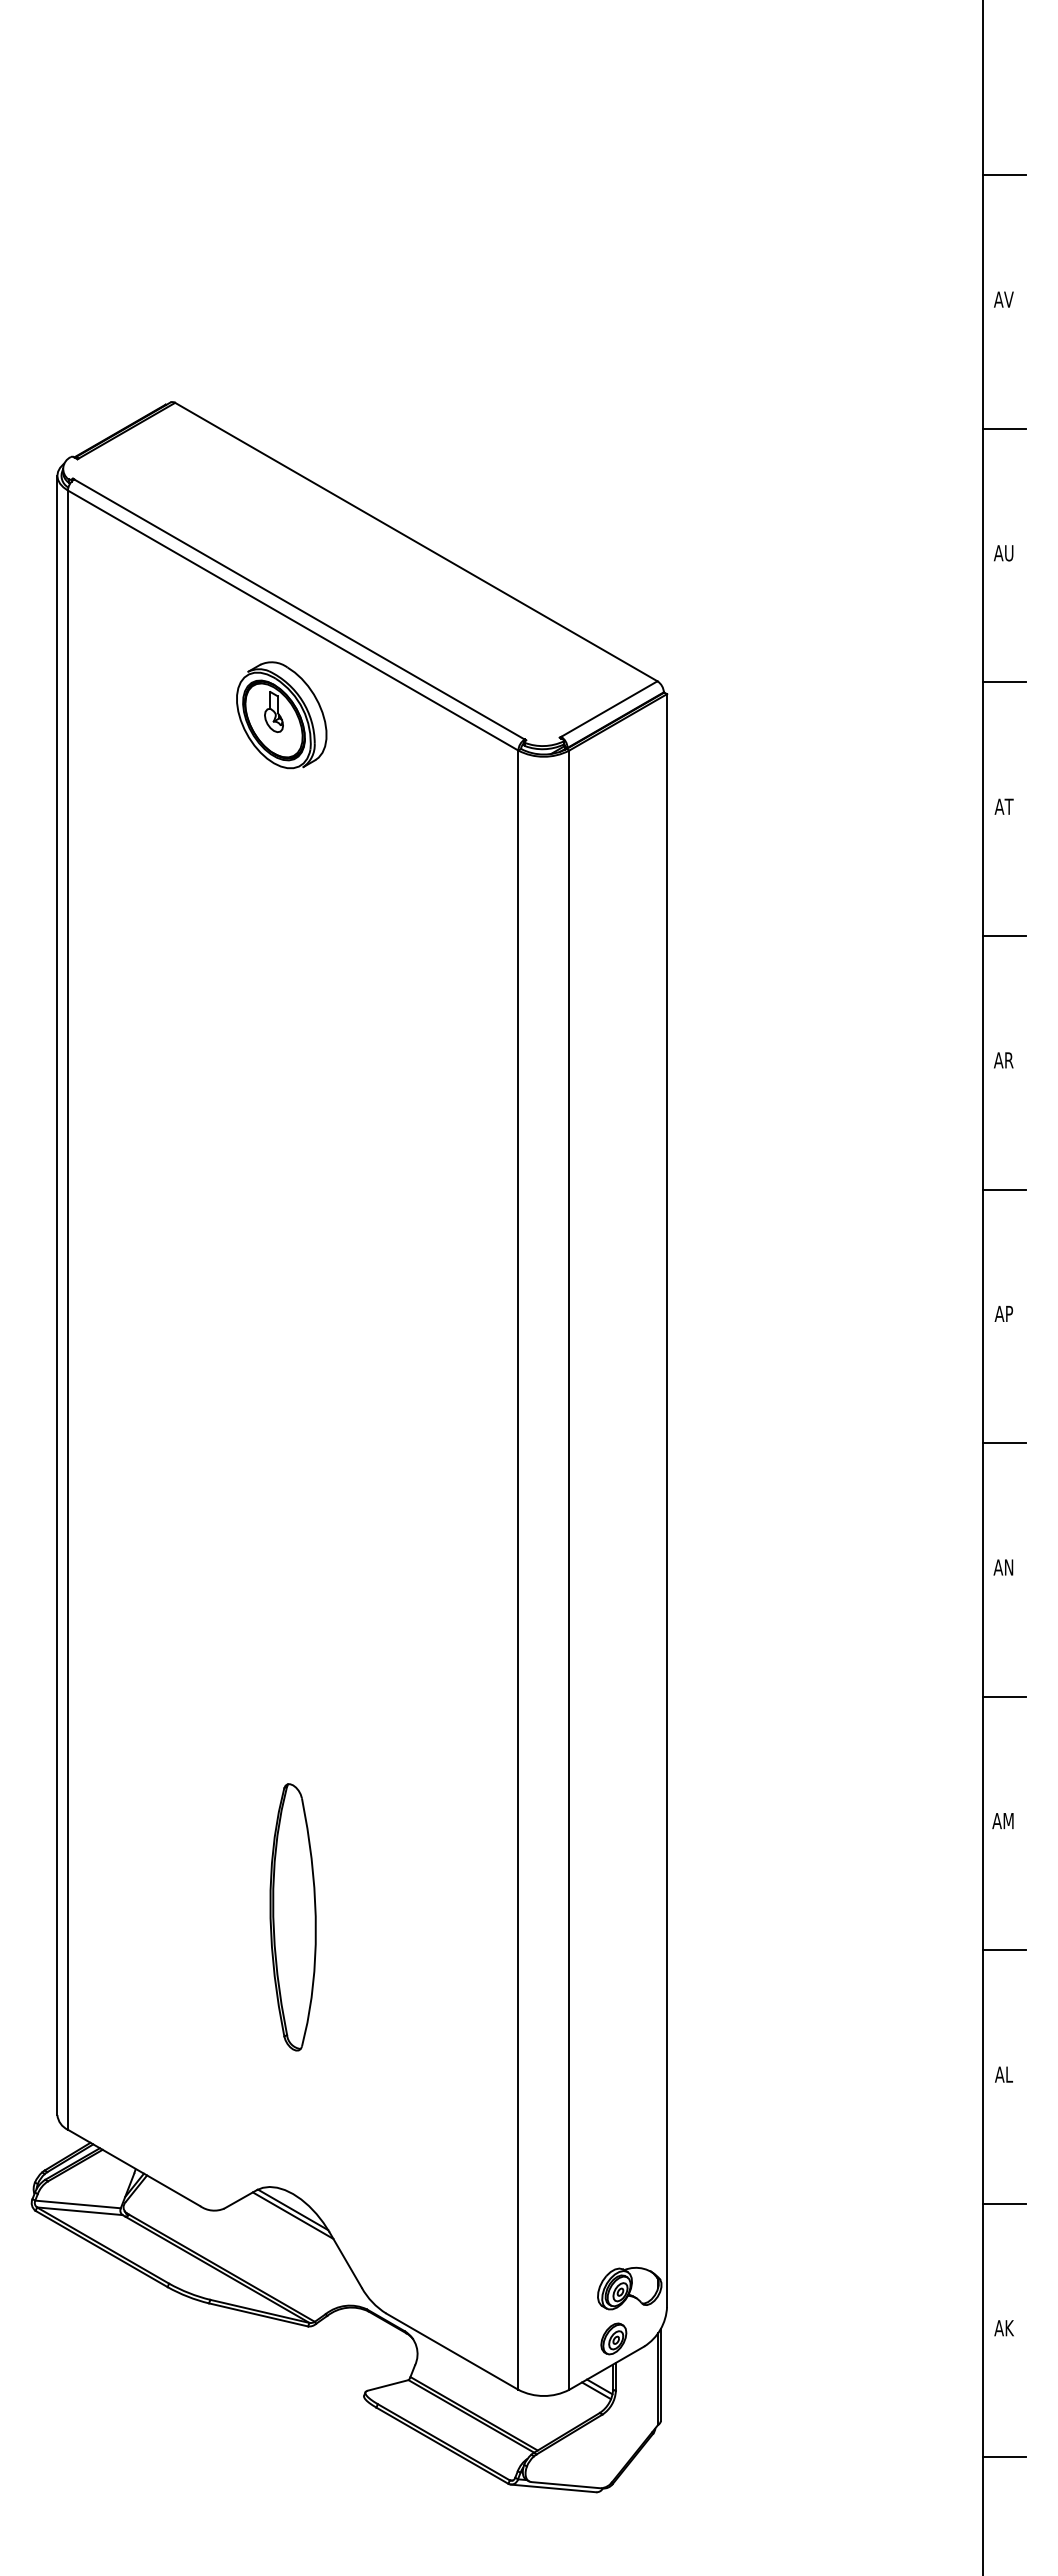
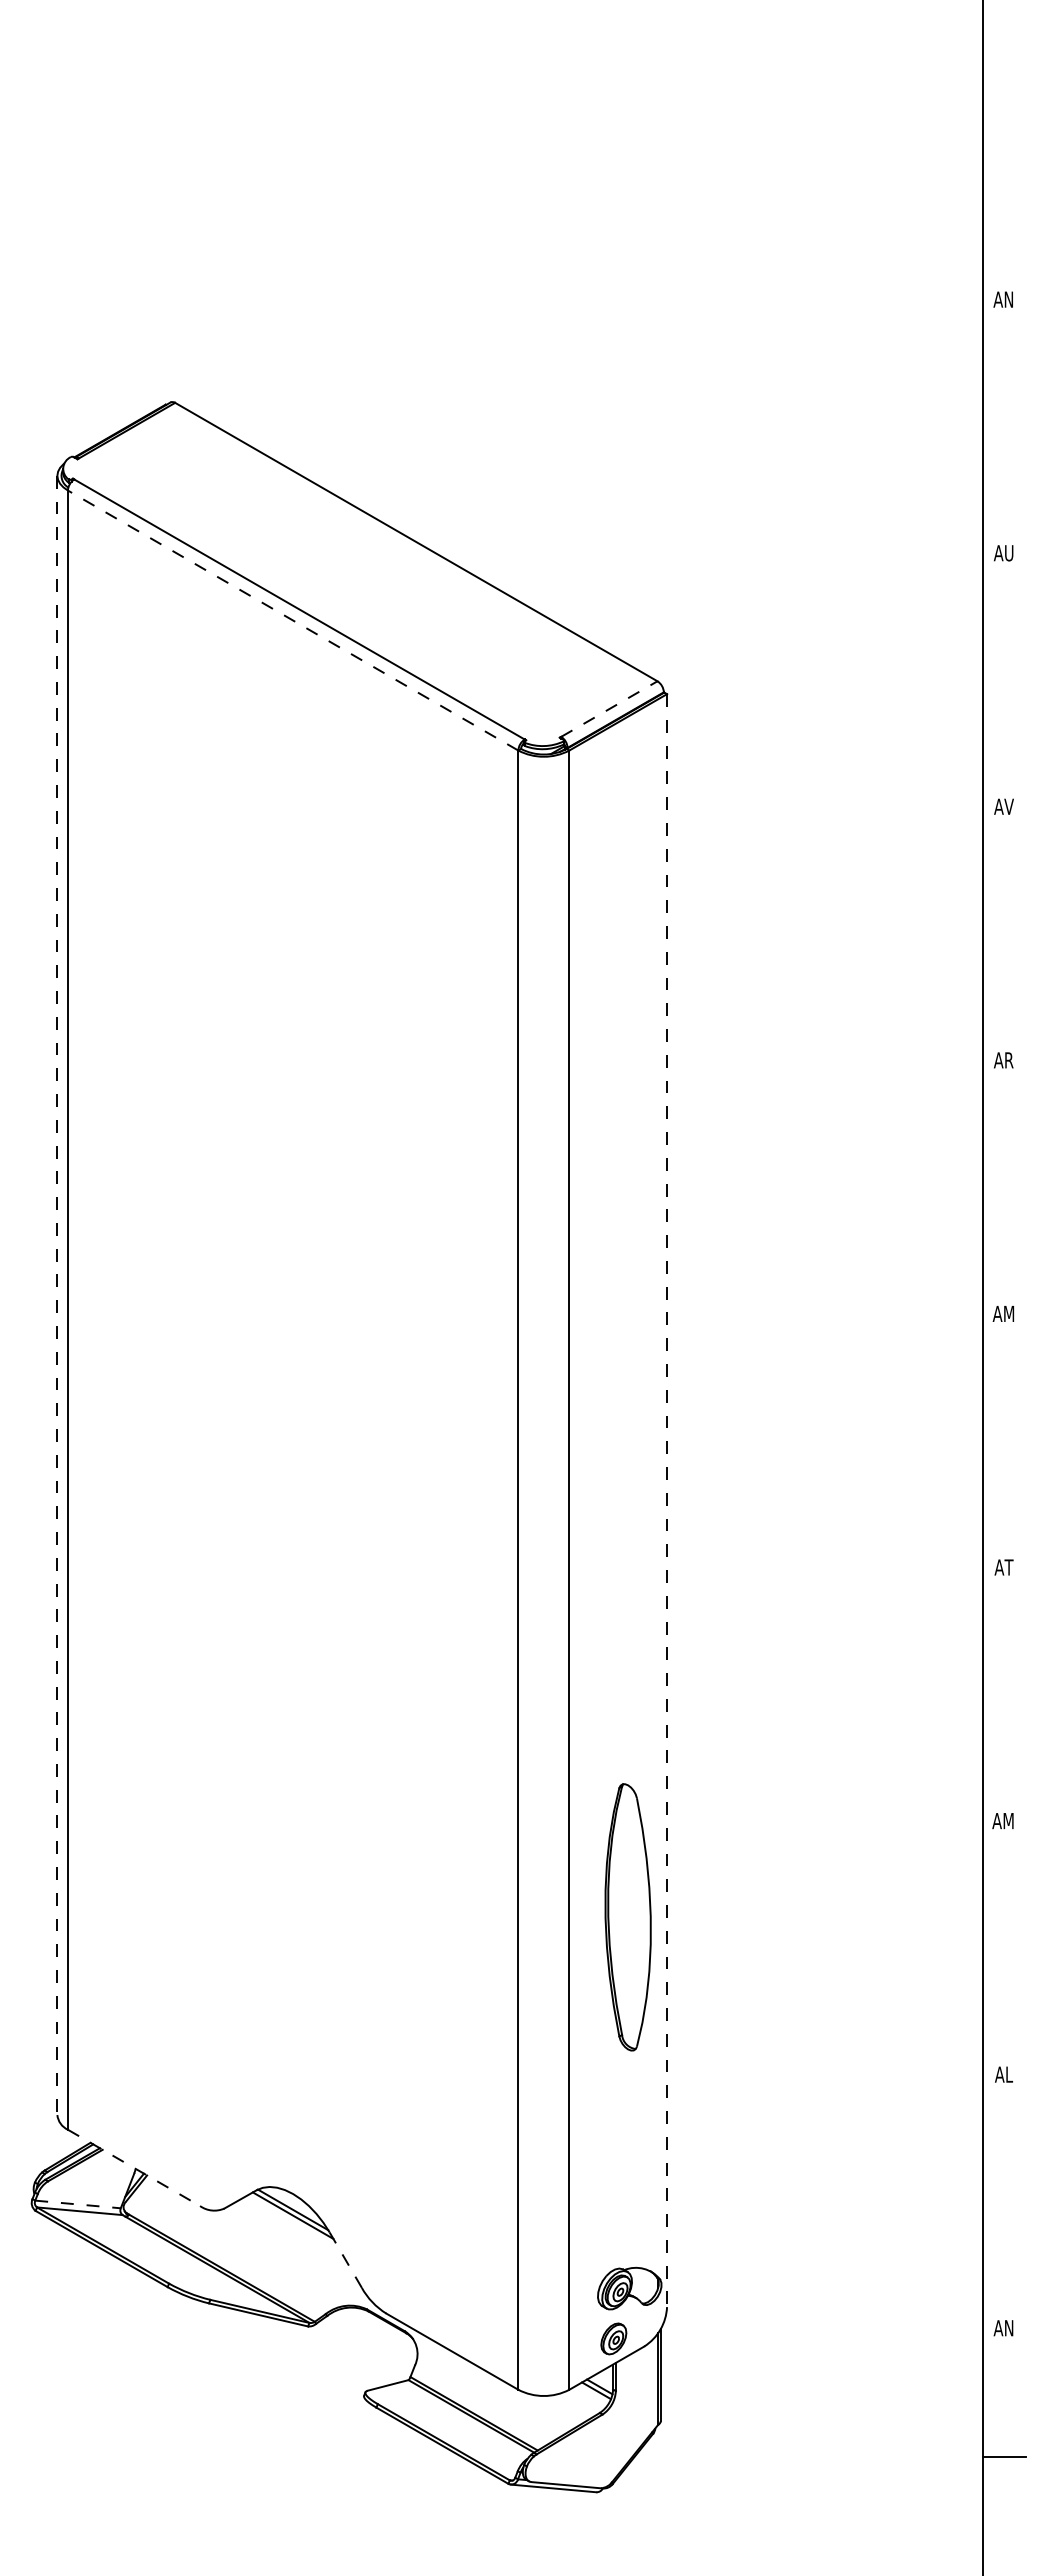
line at (1004, 175): present -> none
text at (1003, 299): AV -> AN
line at (1004, 428): present -> none
line at (292, 620): solid -> dashed
line at (1004, 682): present -> none
line at (609, 709): solid -> dashed
part at (281, 715): present -> none
text at (1003, 806): AT -> AV
line at (1004, 936): present -> none
line at (1004, 1189): present -> none
line at (57, 1295): solid -> dashed
text at (1003, 1313): AP -> AM
line at (1004, 1443): present -> none
line at (667, 1501): solid -> dashed
text at (1003, 1567): AN -> AT
line at (1004, 1696): present -> none
part at (292, 1917) position: (292, 1917) -> (627, 1917)
line at (1004, 1950): present -> none
line at (134, 2168): solid -> dashed
line at (1004, 2203): present -> none
line at (78, 2204): solid -> dashed
line at (345, 2259): solid -> dashed
text at (1003, 2328): AK -> AN
